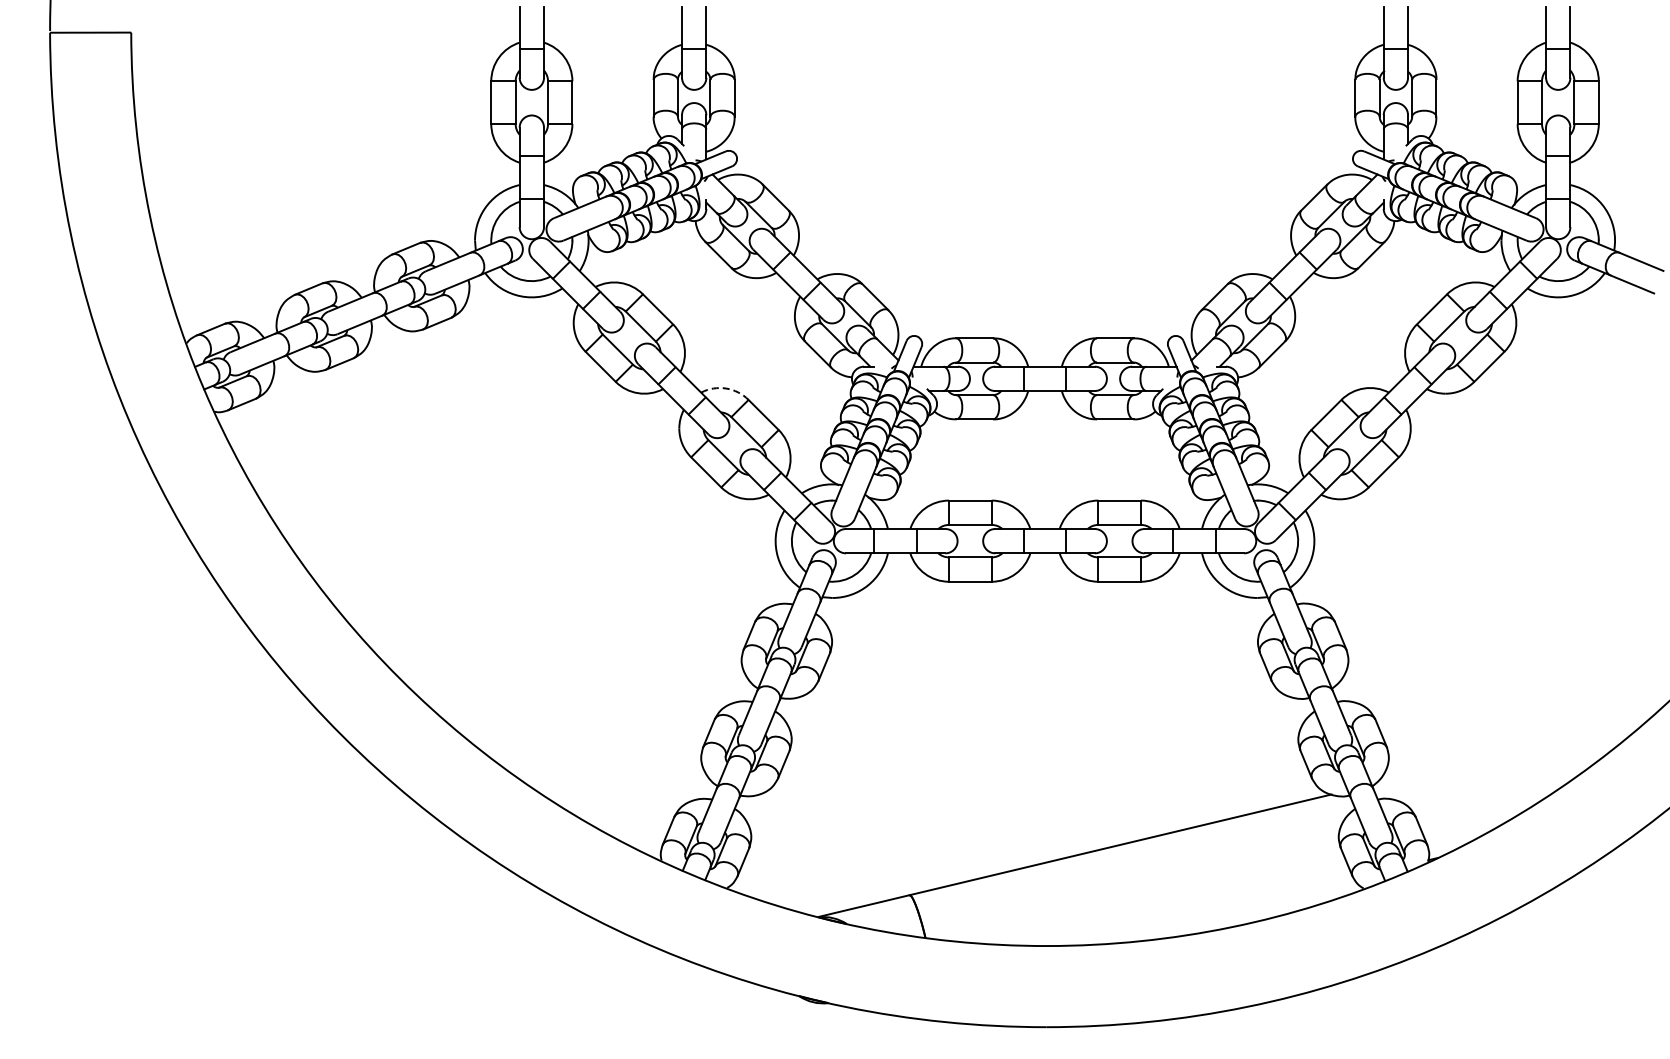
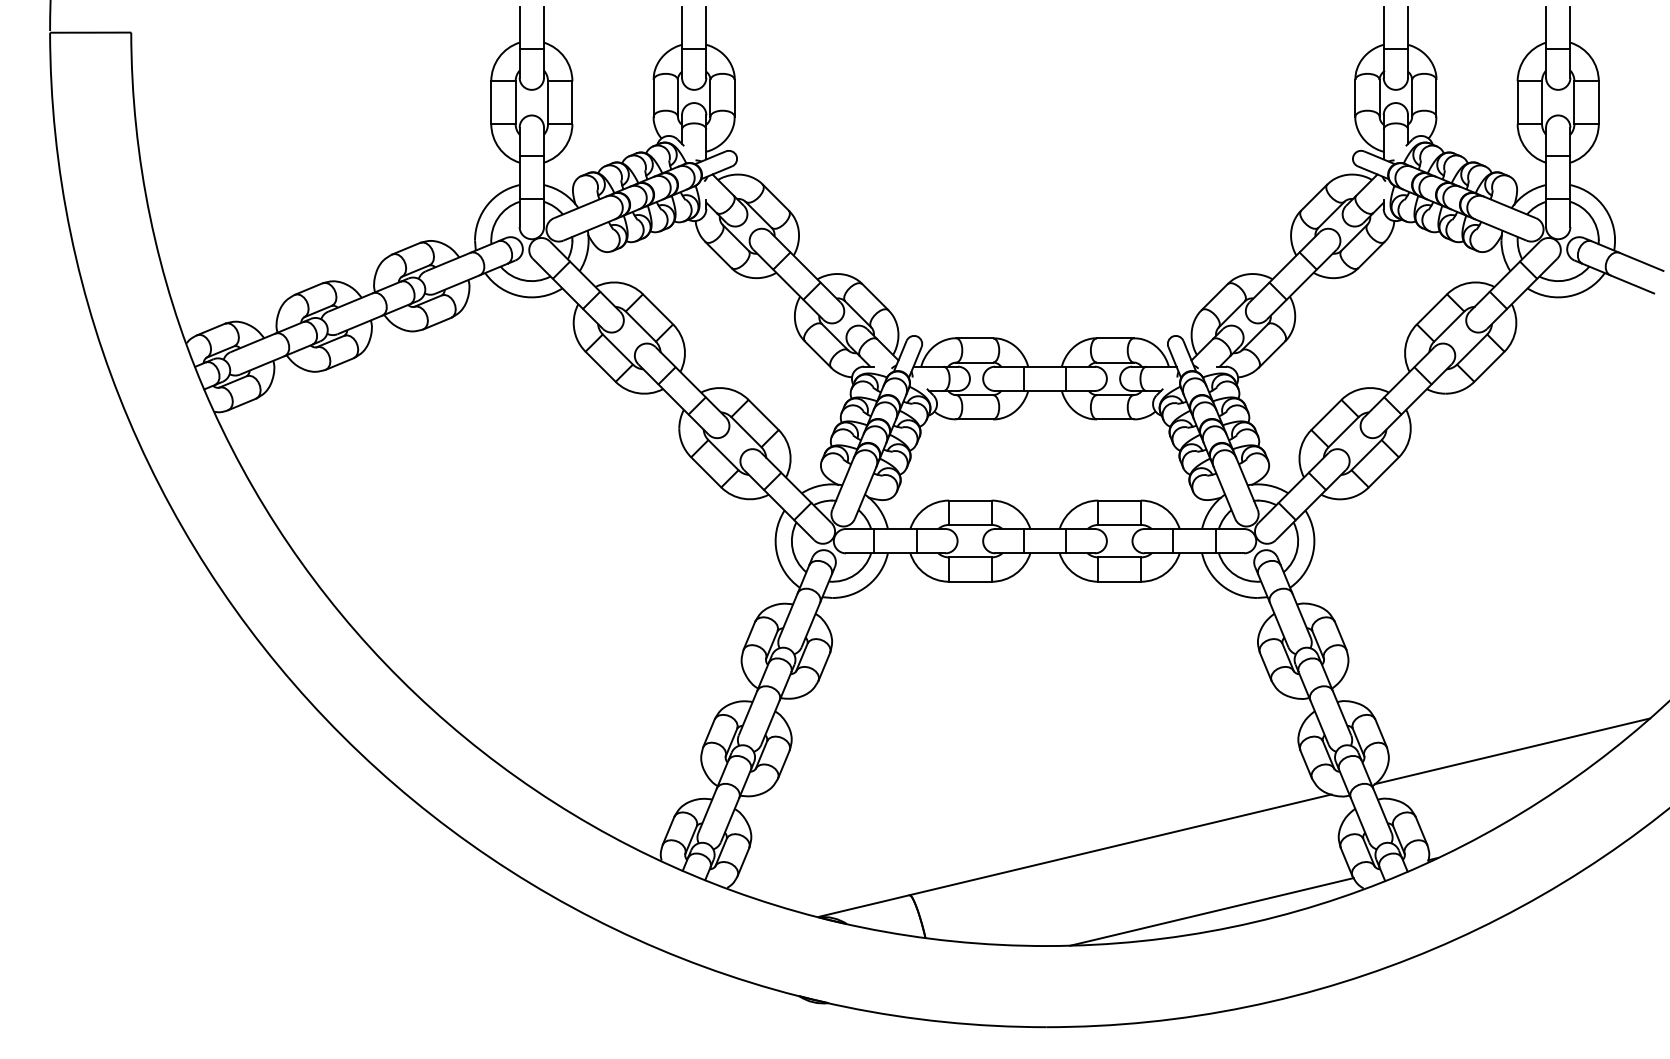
arc at (726, 388): dashed -> solid
line at (1512, 751): none -> present
line at (1211, 911): none -> present
